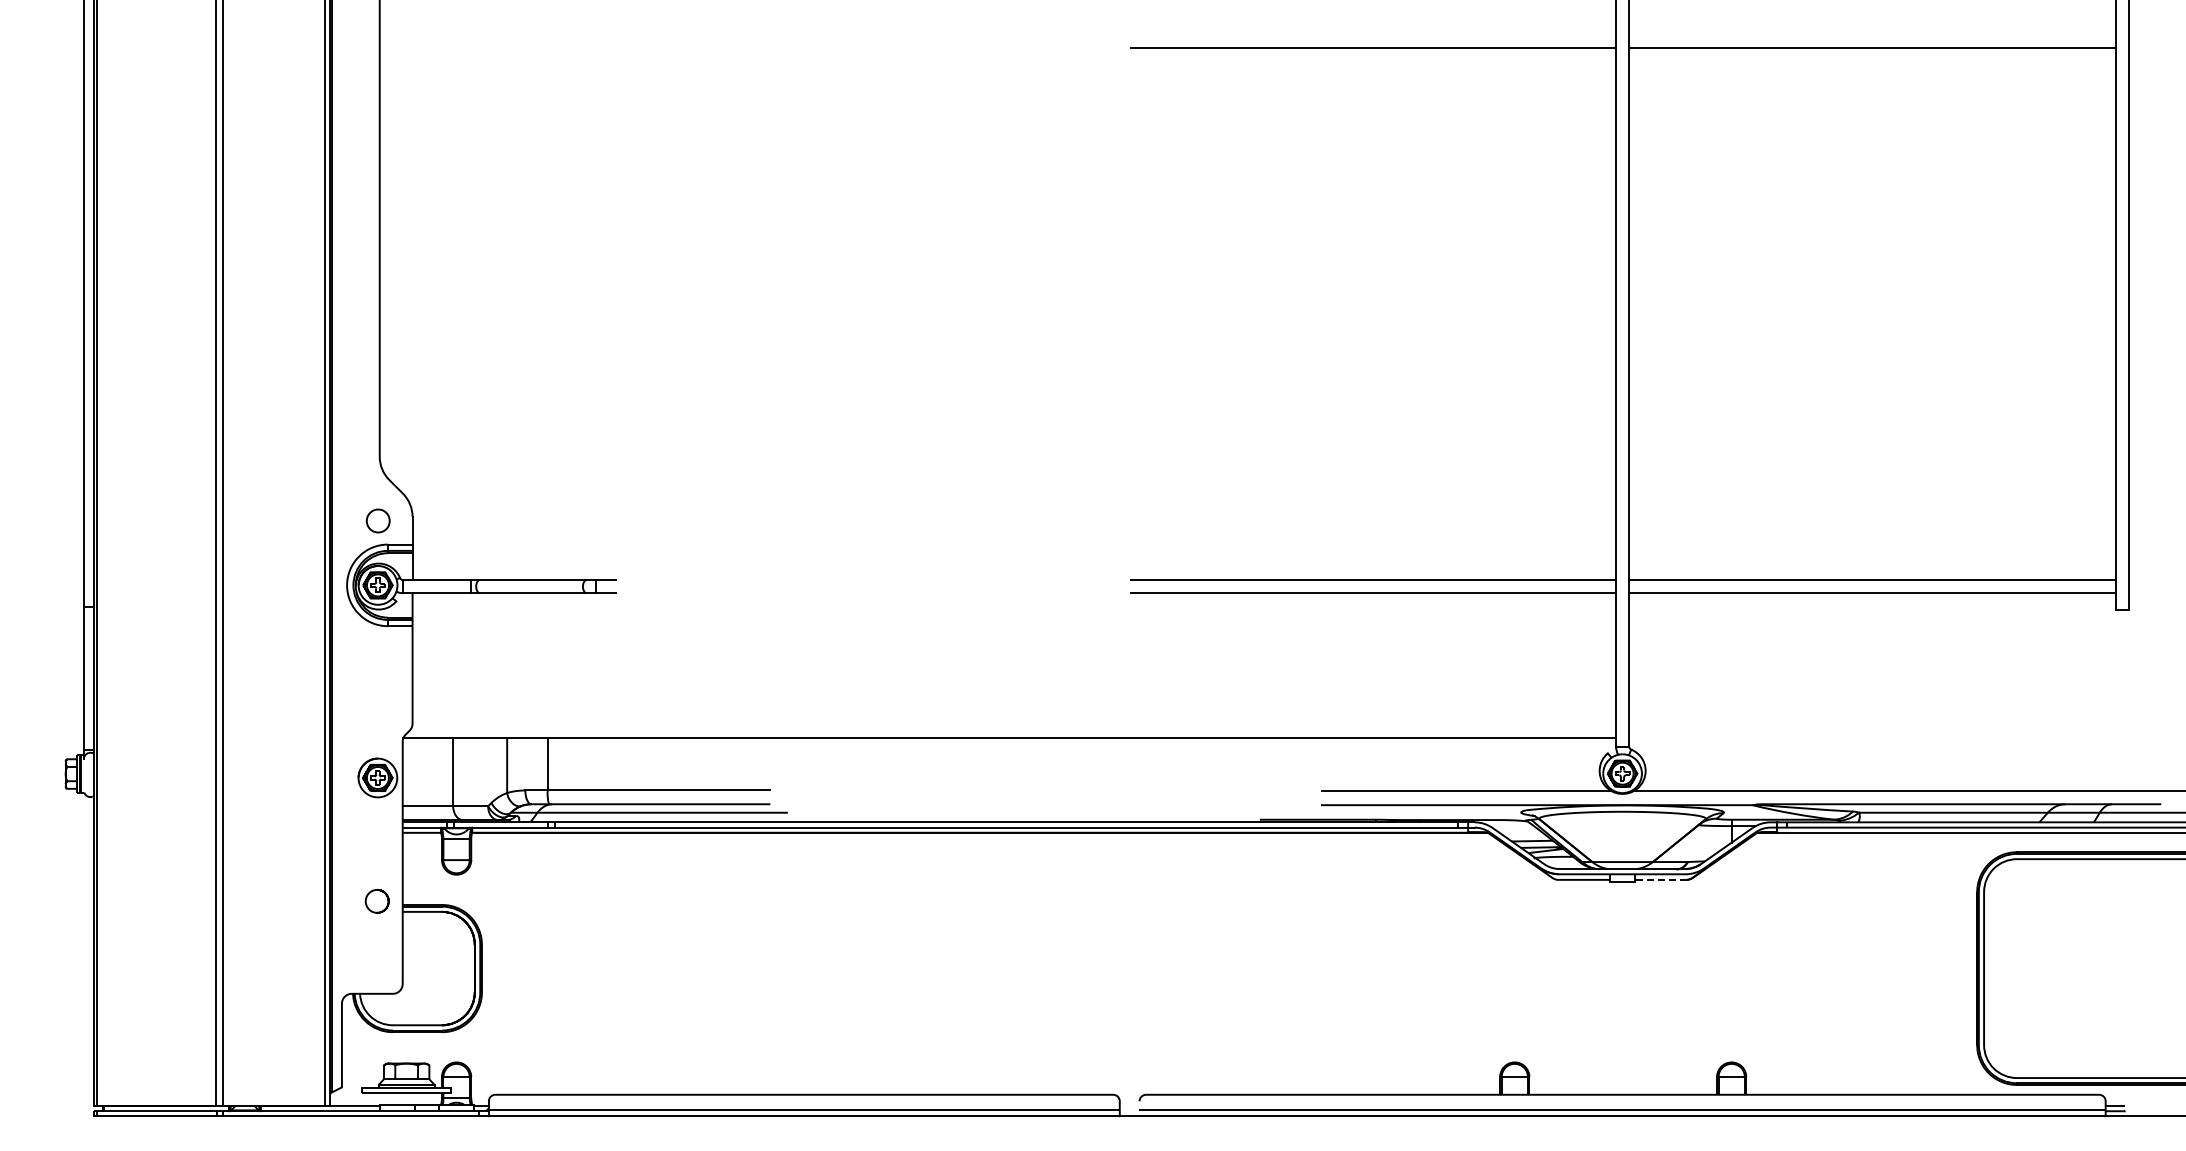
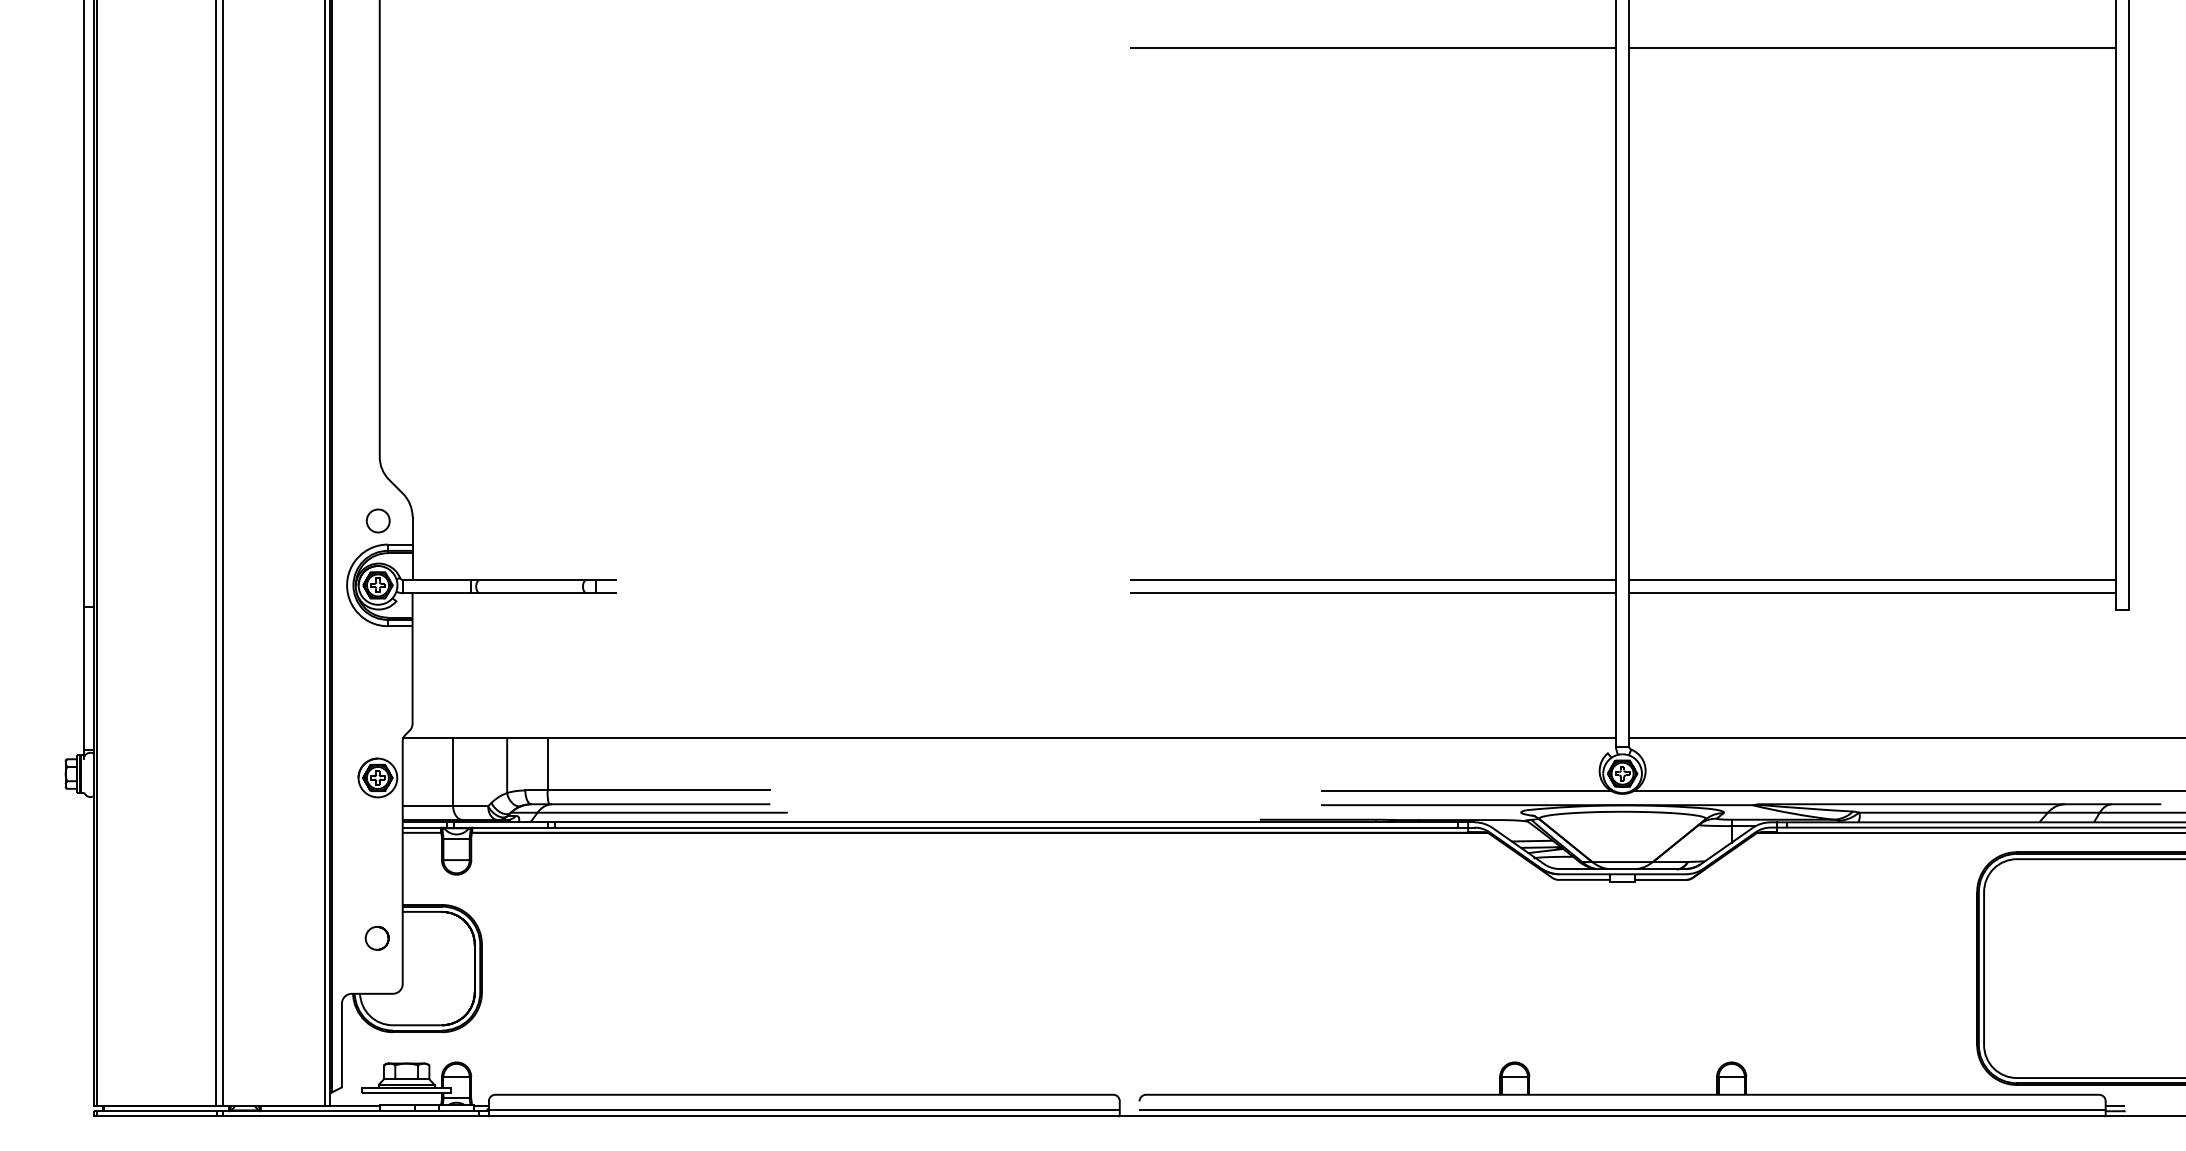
line at (1905, 737): none -> present
line at (1661, 879): dashed -> solid
curve at (374, 891) position: (374, 891) -> (374, 928)
